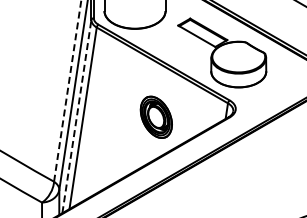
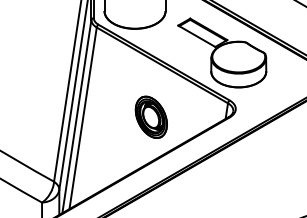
line at (67, 91): dashed -> solid
line at (76, 116): dashed -> solid
part at (155, 116) position: (155, 116) -> (150, 116)
